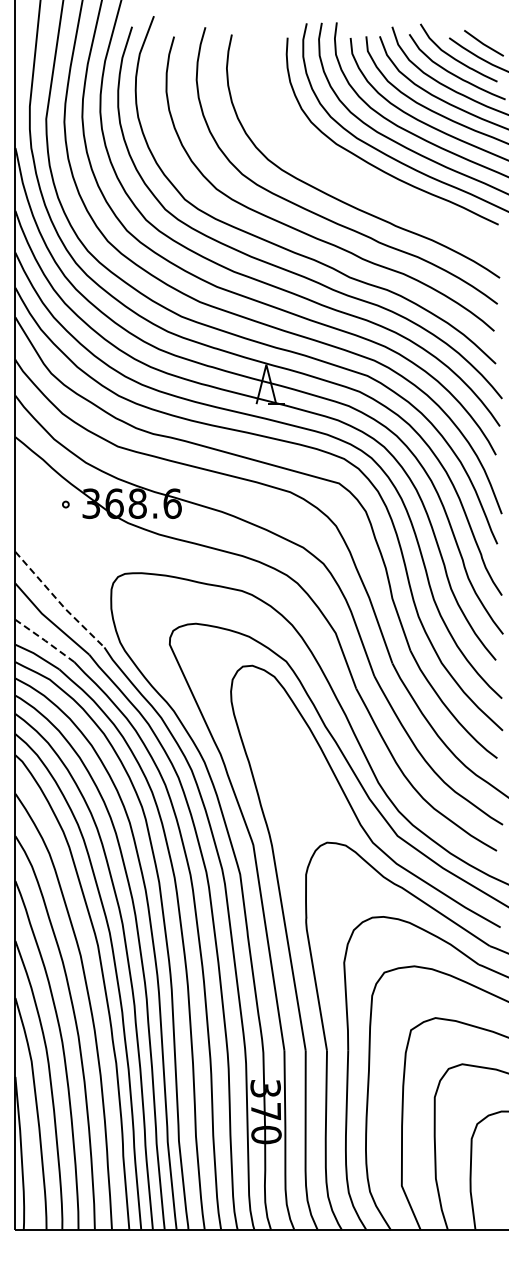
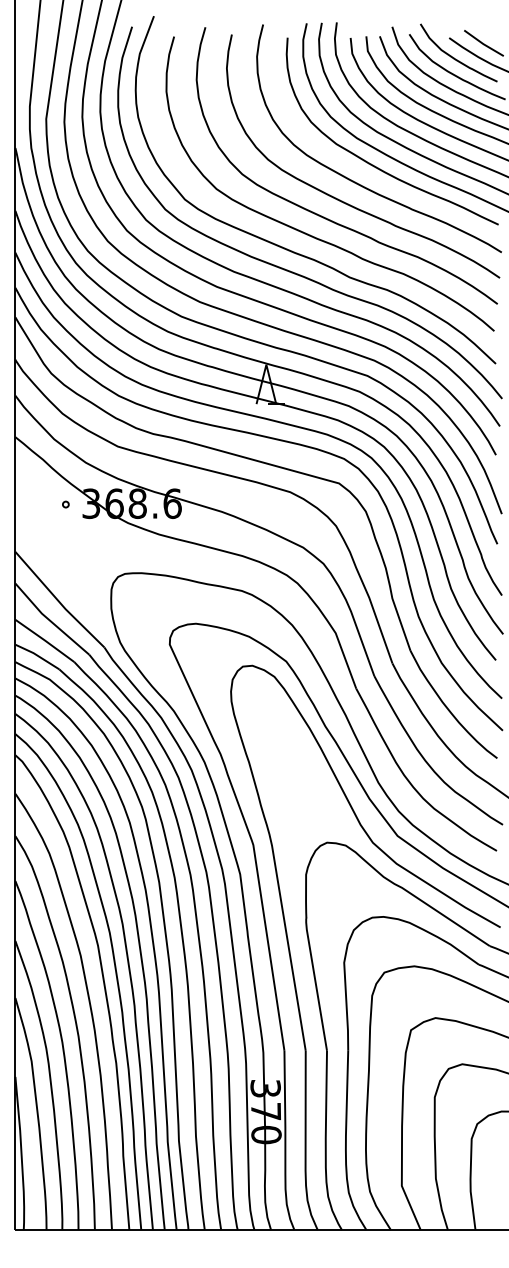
curve at (357, 182): none -> present
line at (59, 601): dashed -> solid
line at (45, 640): dashed -> solid
